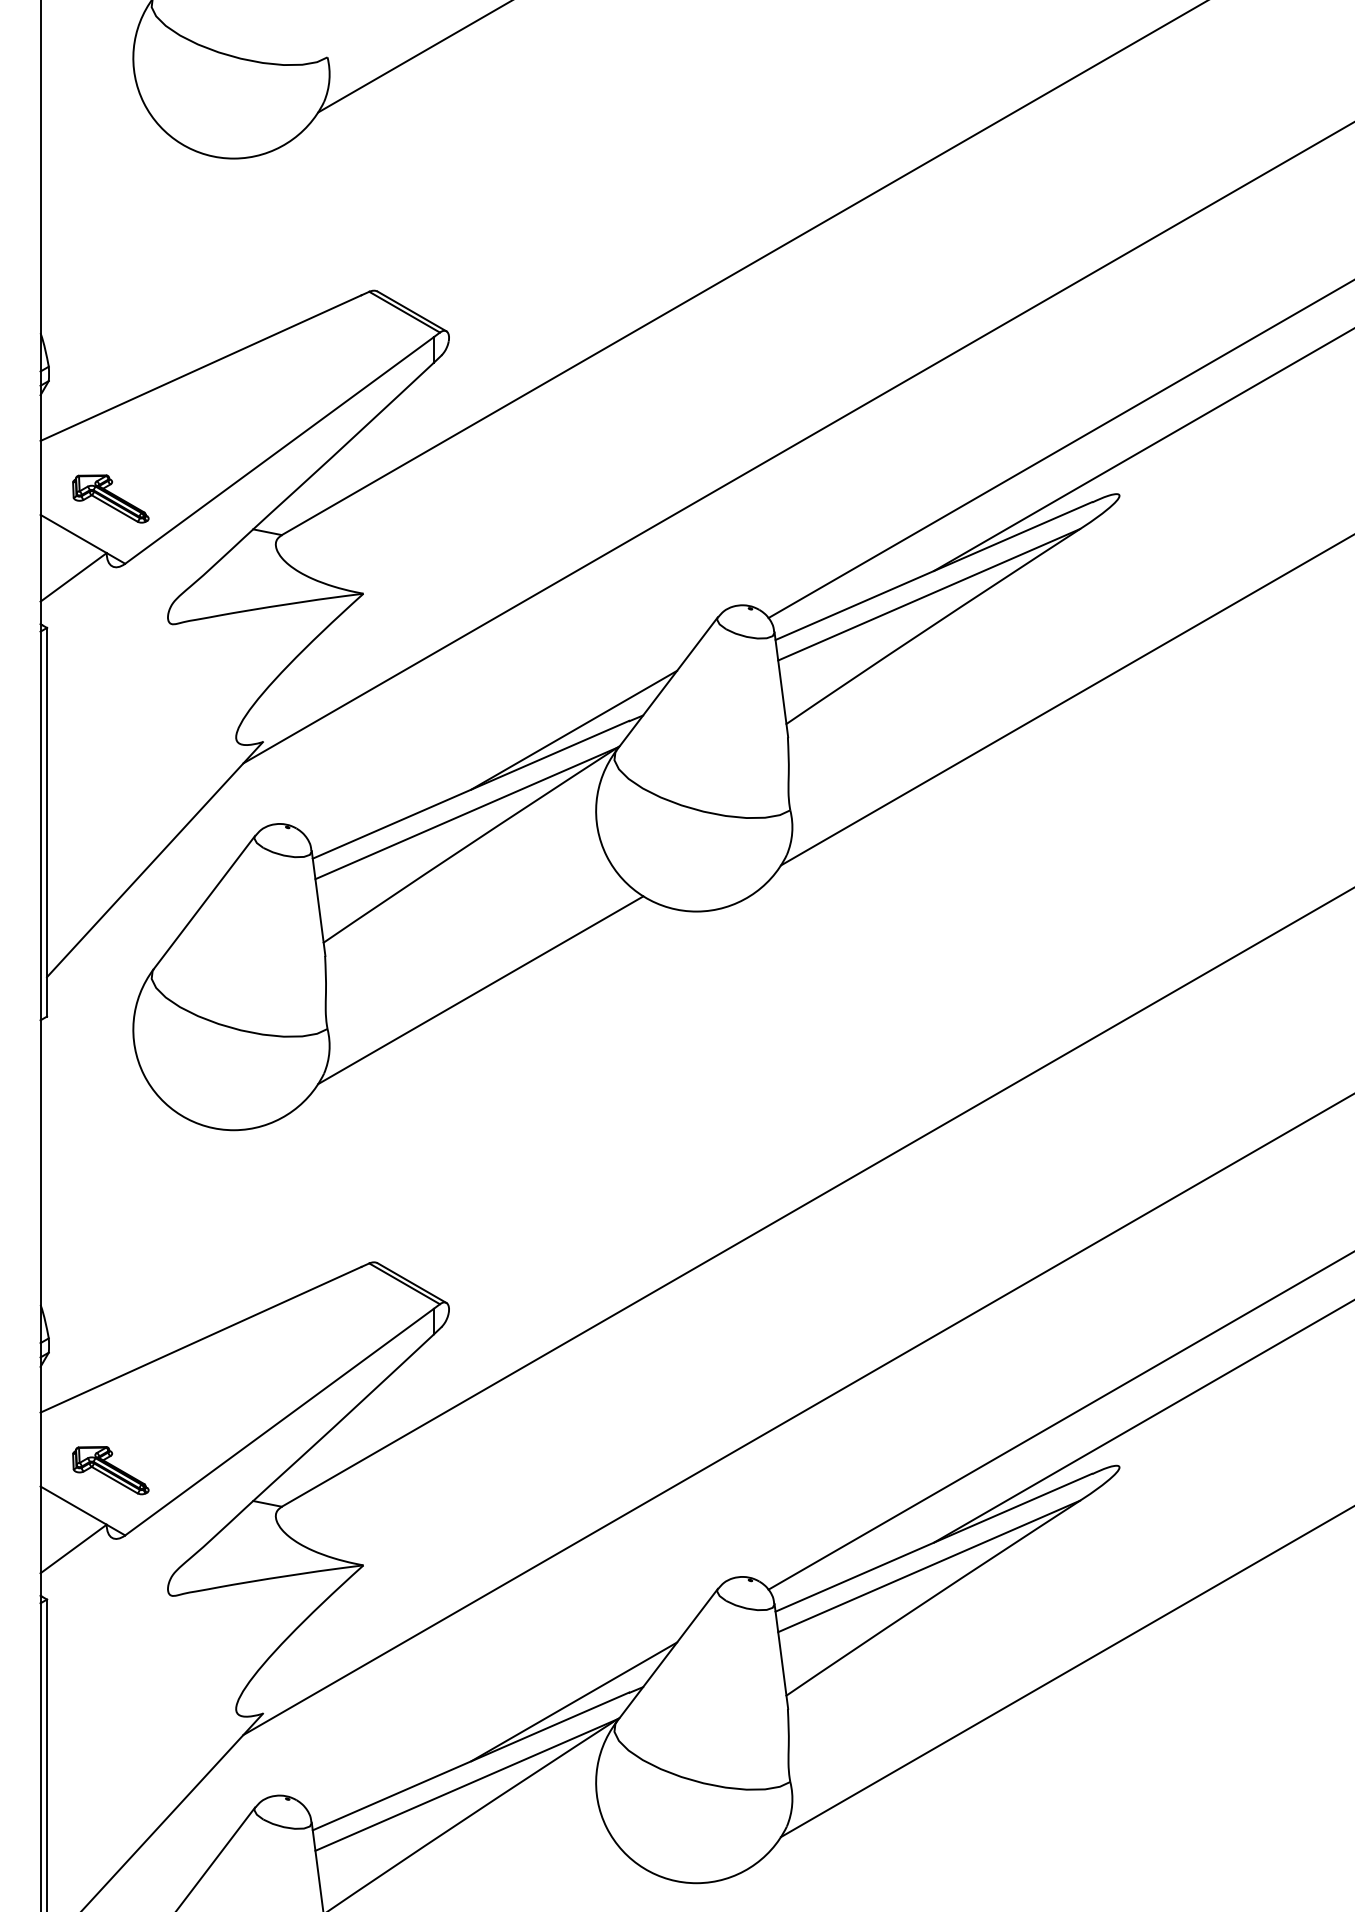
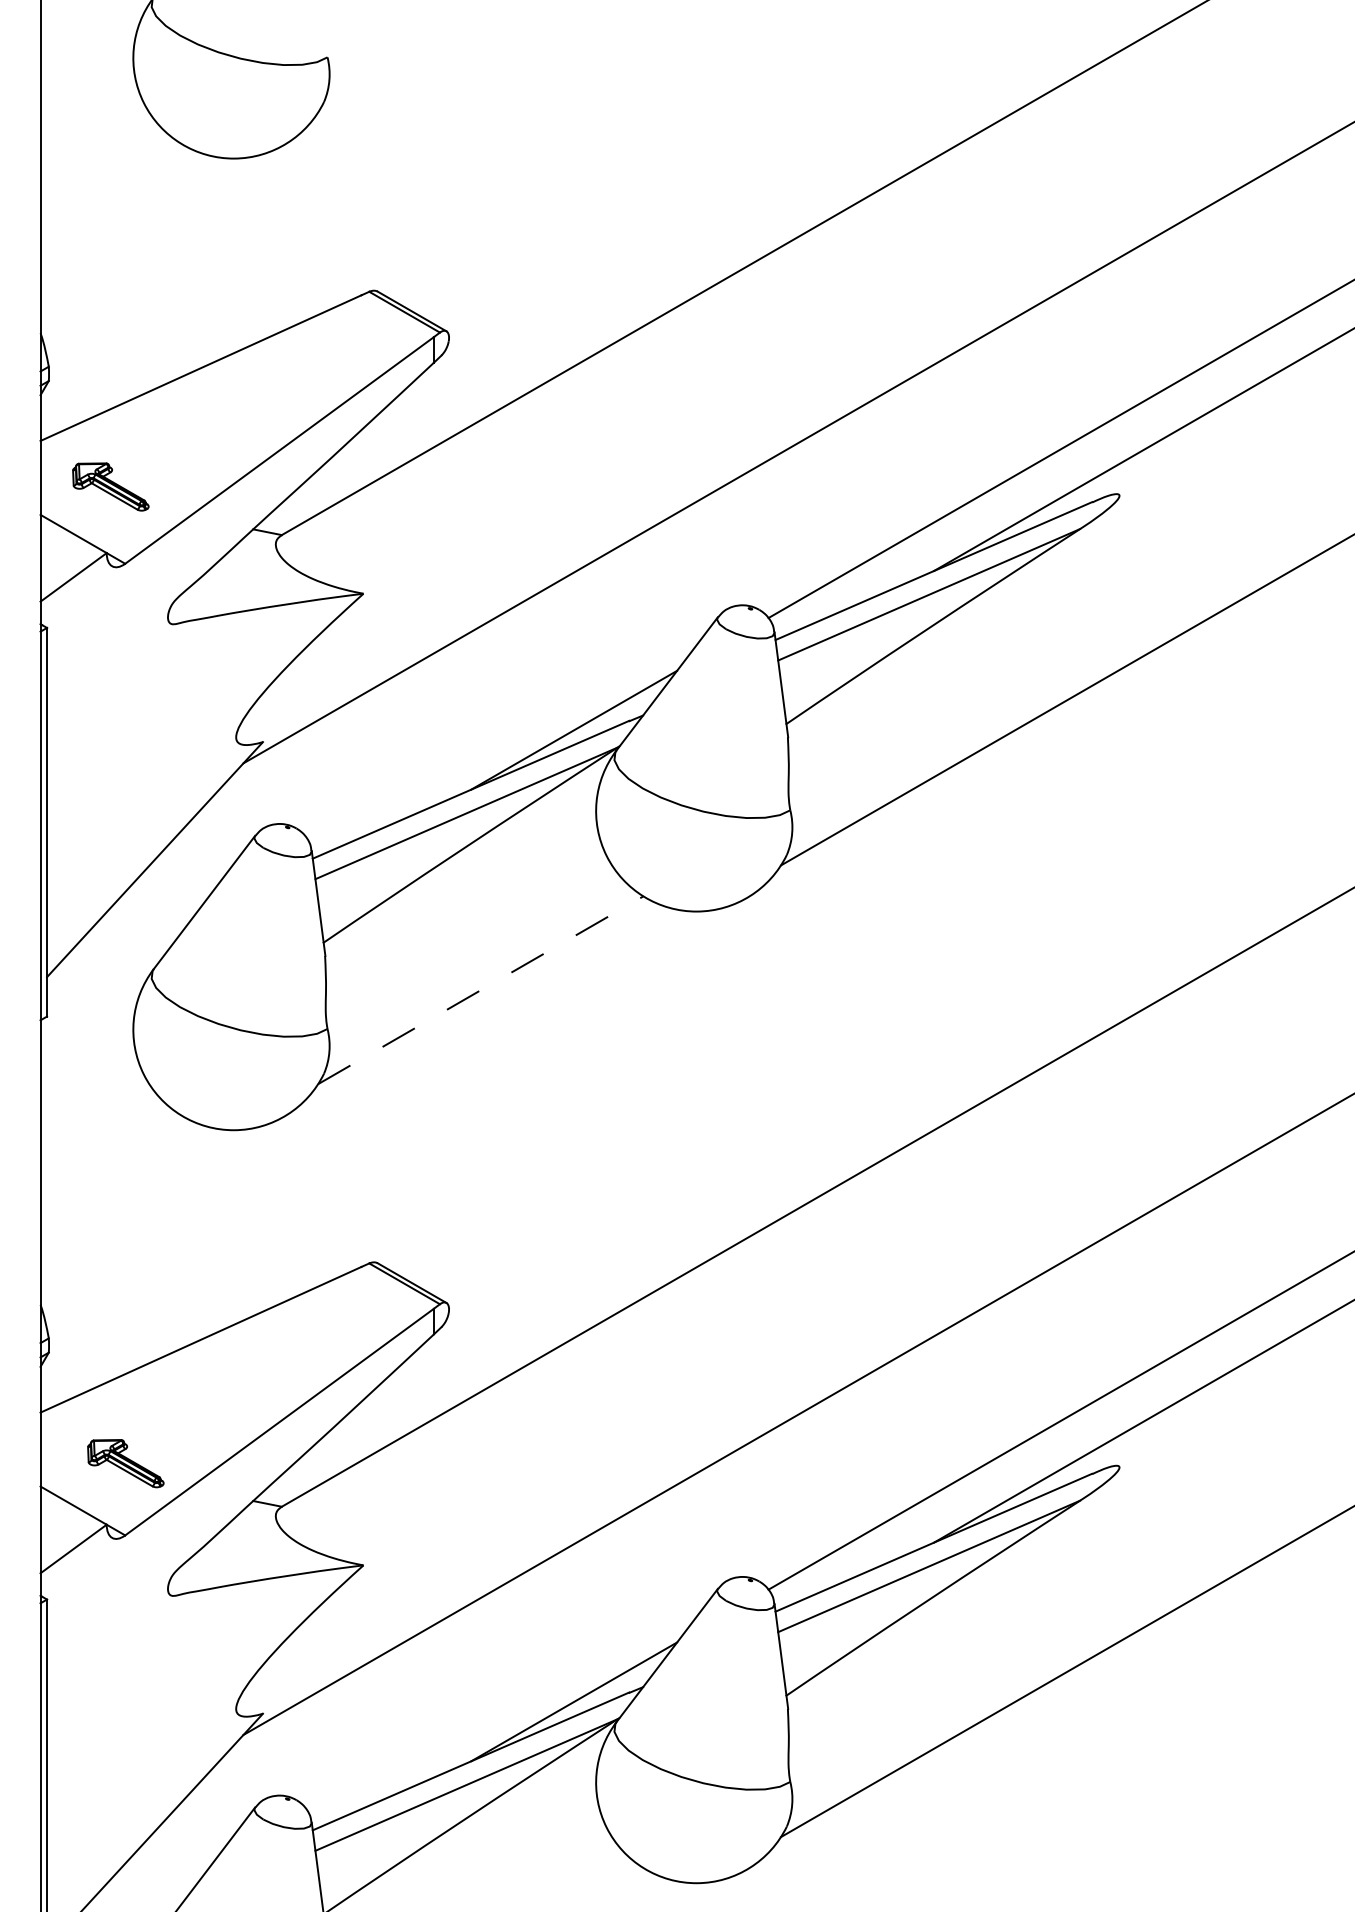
line at (413, 57): present -> none
part at (110, 498) position: (110, 498) -> (110, 486)
line at (480, 990): solid -> dashed
part at (110, 1470) position: (110, 1470) -> (125, 1463)
